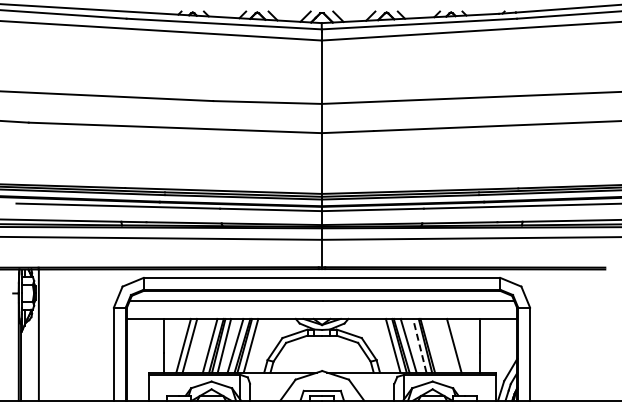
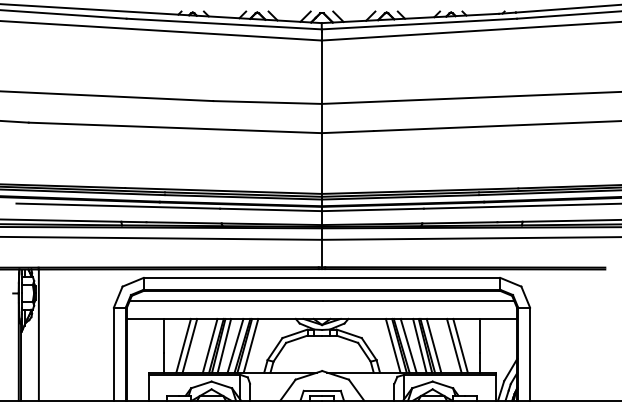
line at (419, 345): dashed -> solid
line at (433, 345): none -> present
line at (460, 345): none -> present
